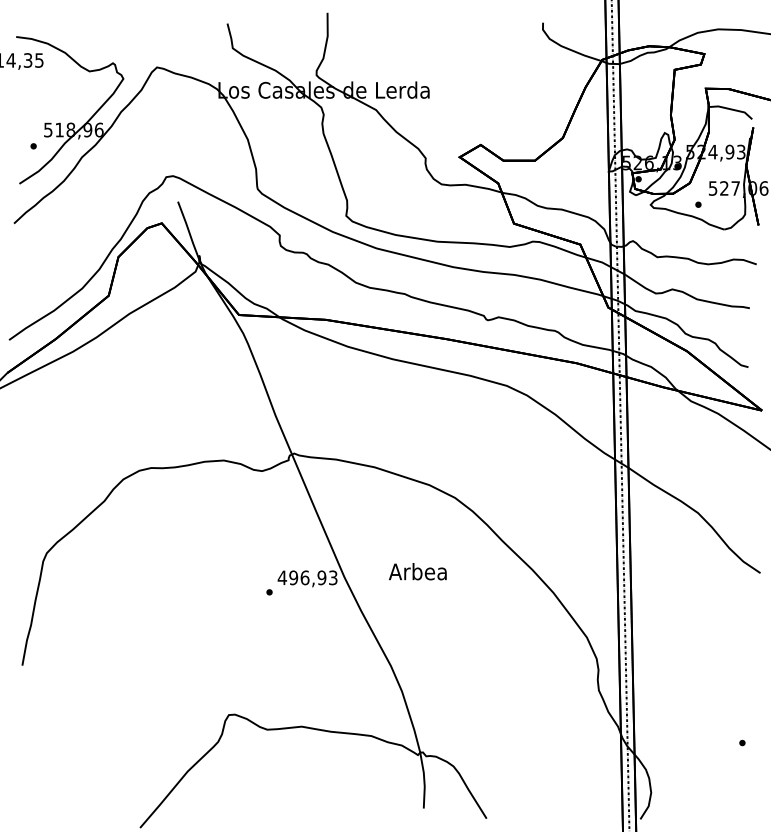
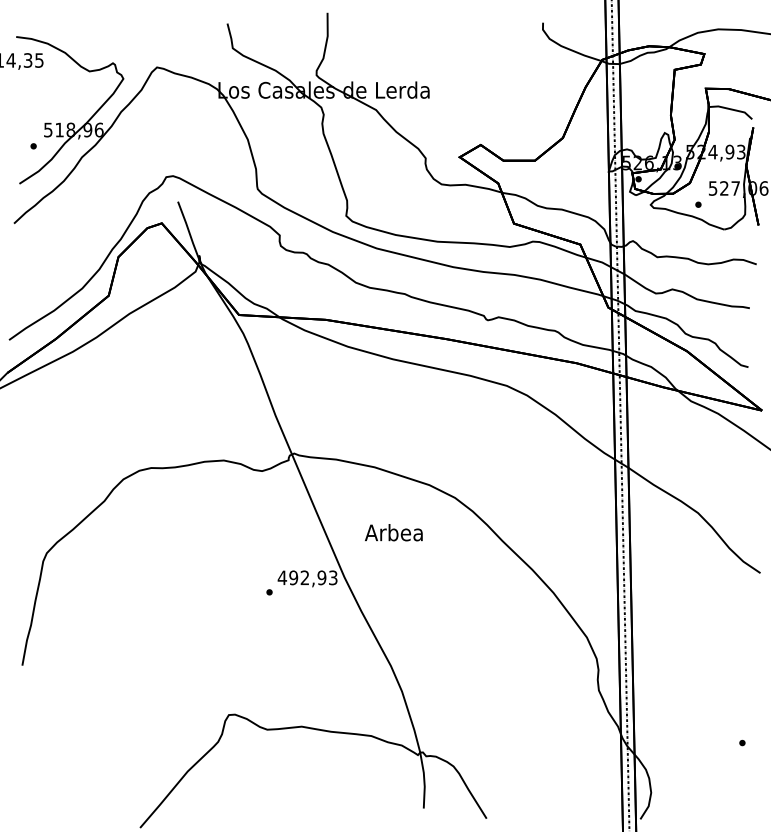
text at (417, 571) position: (417, 571) -> (393, 532)
text at (304, 577): 496,93 -> 492,93
